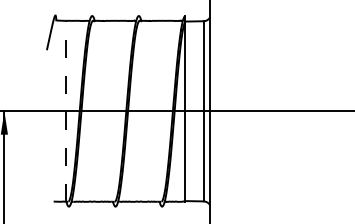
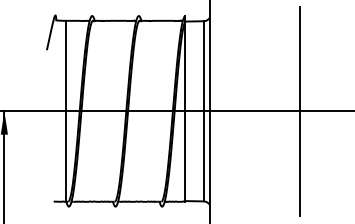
line at (65, 110): dashed -> solid
line at (299, 111): none -> present
